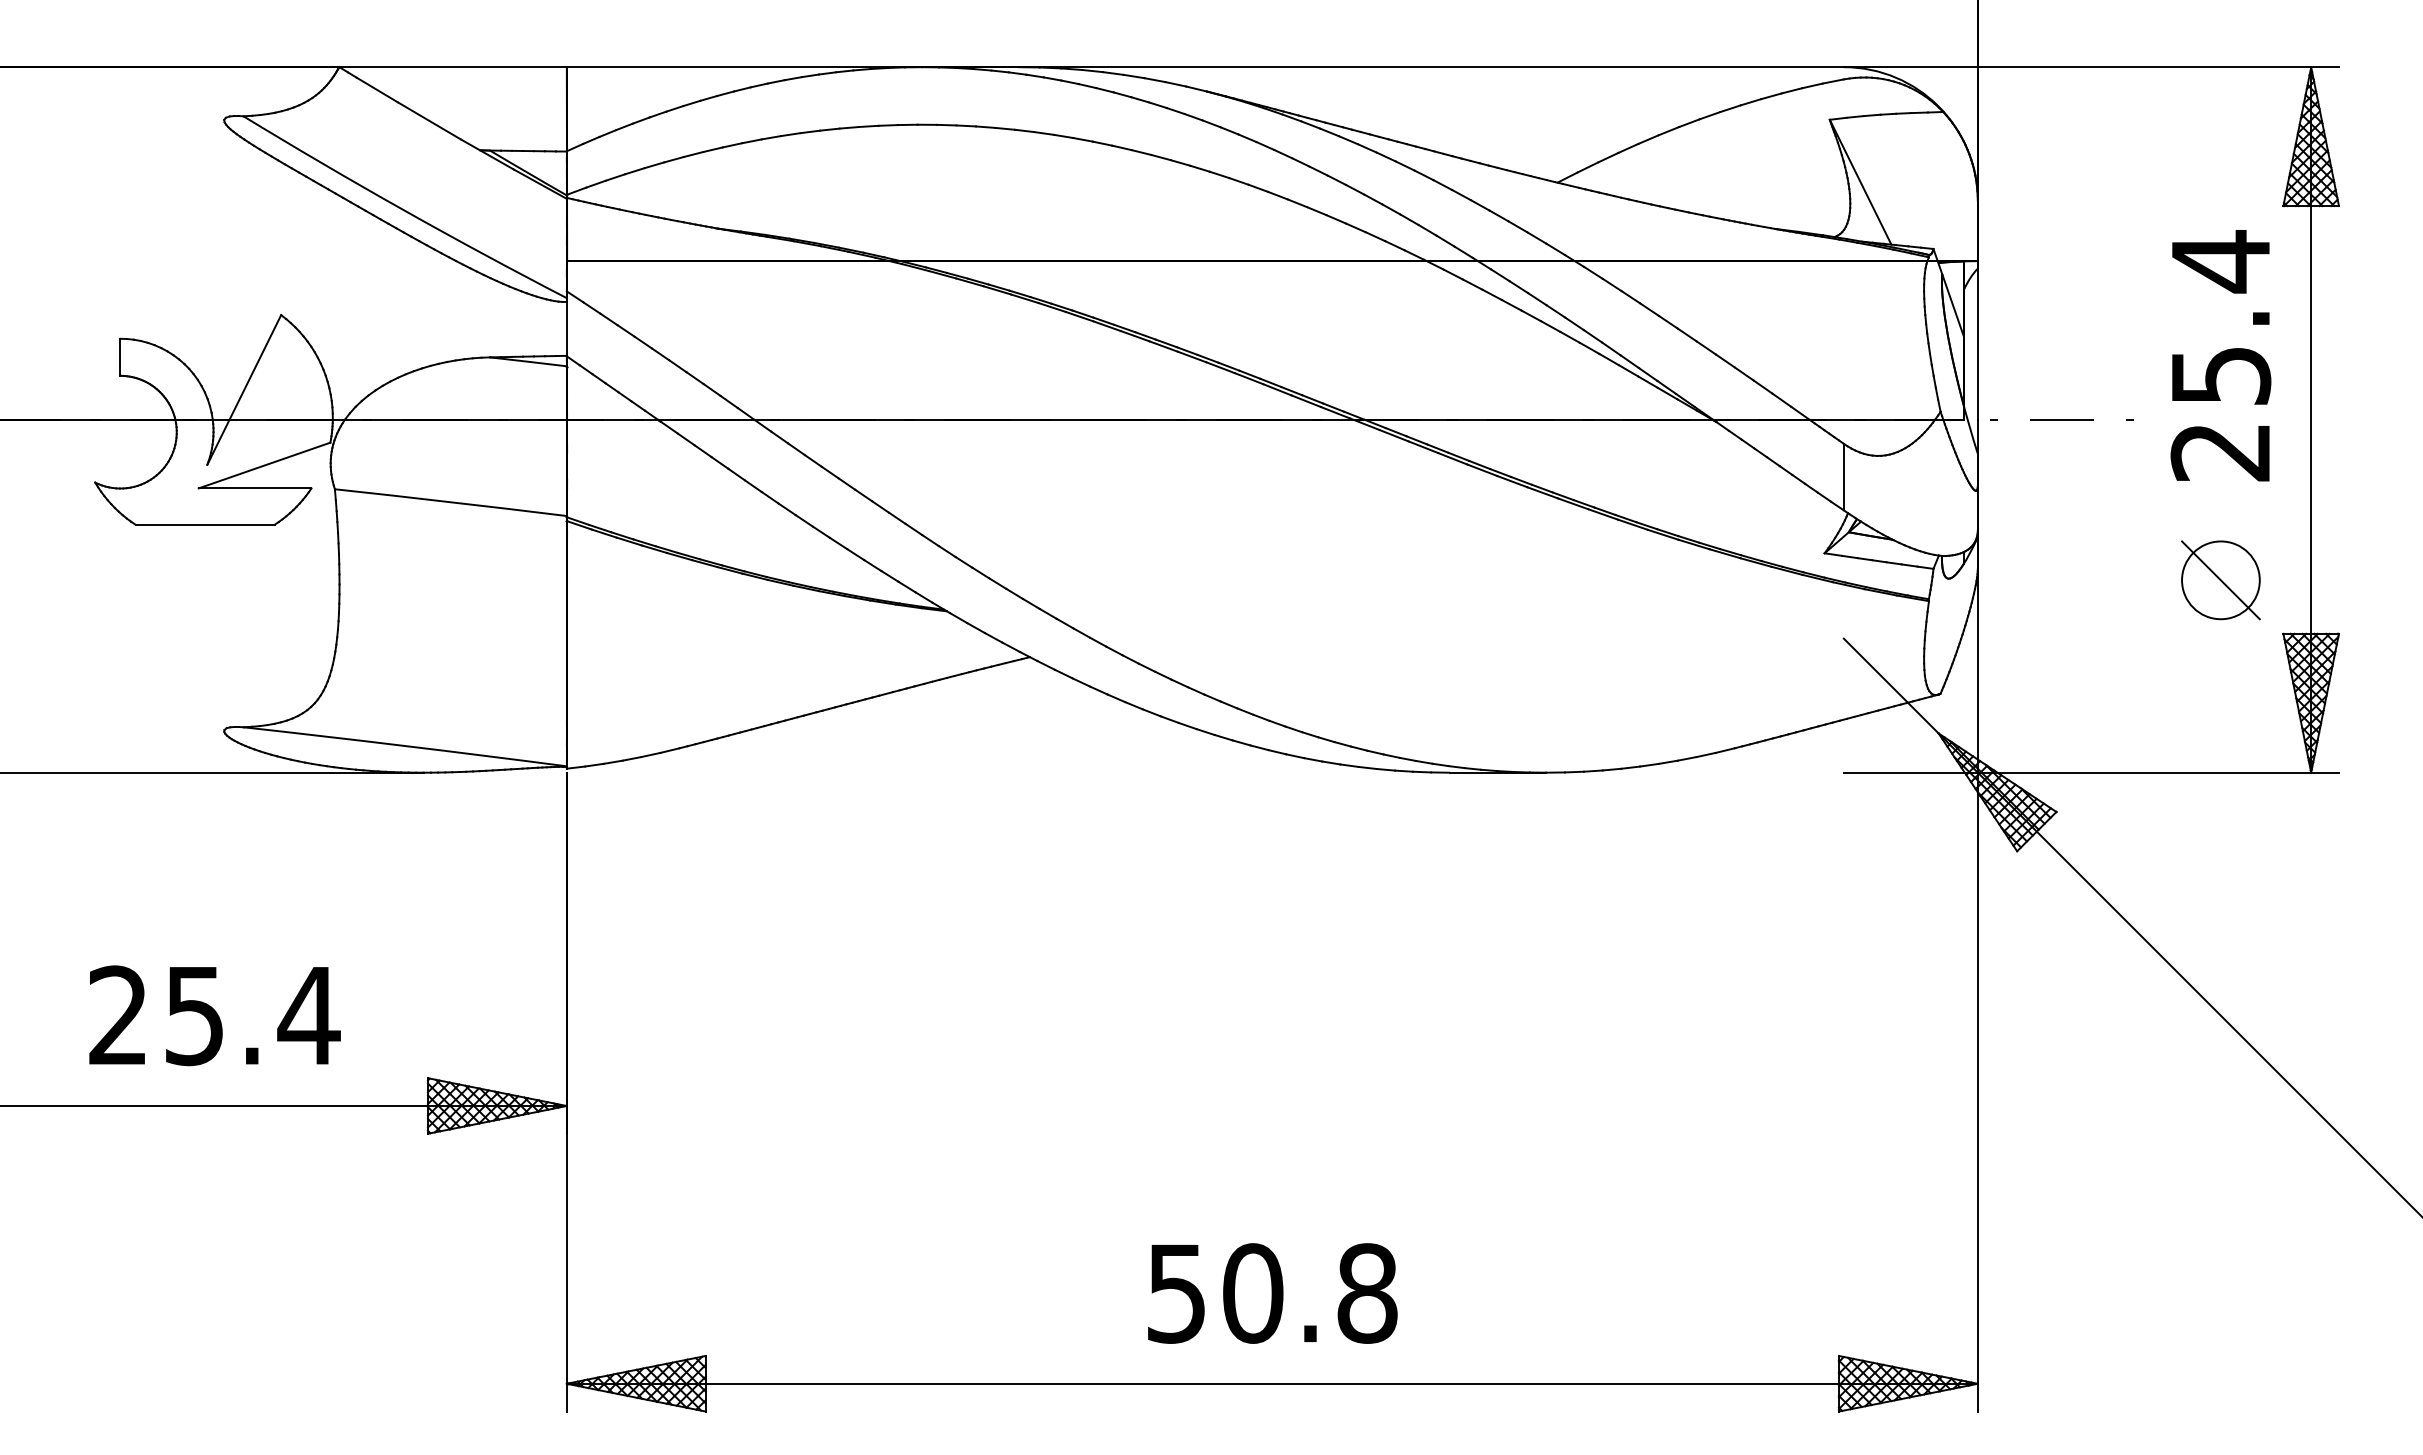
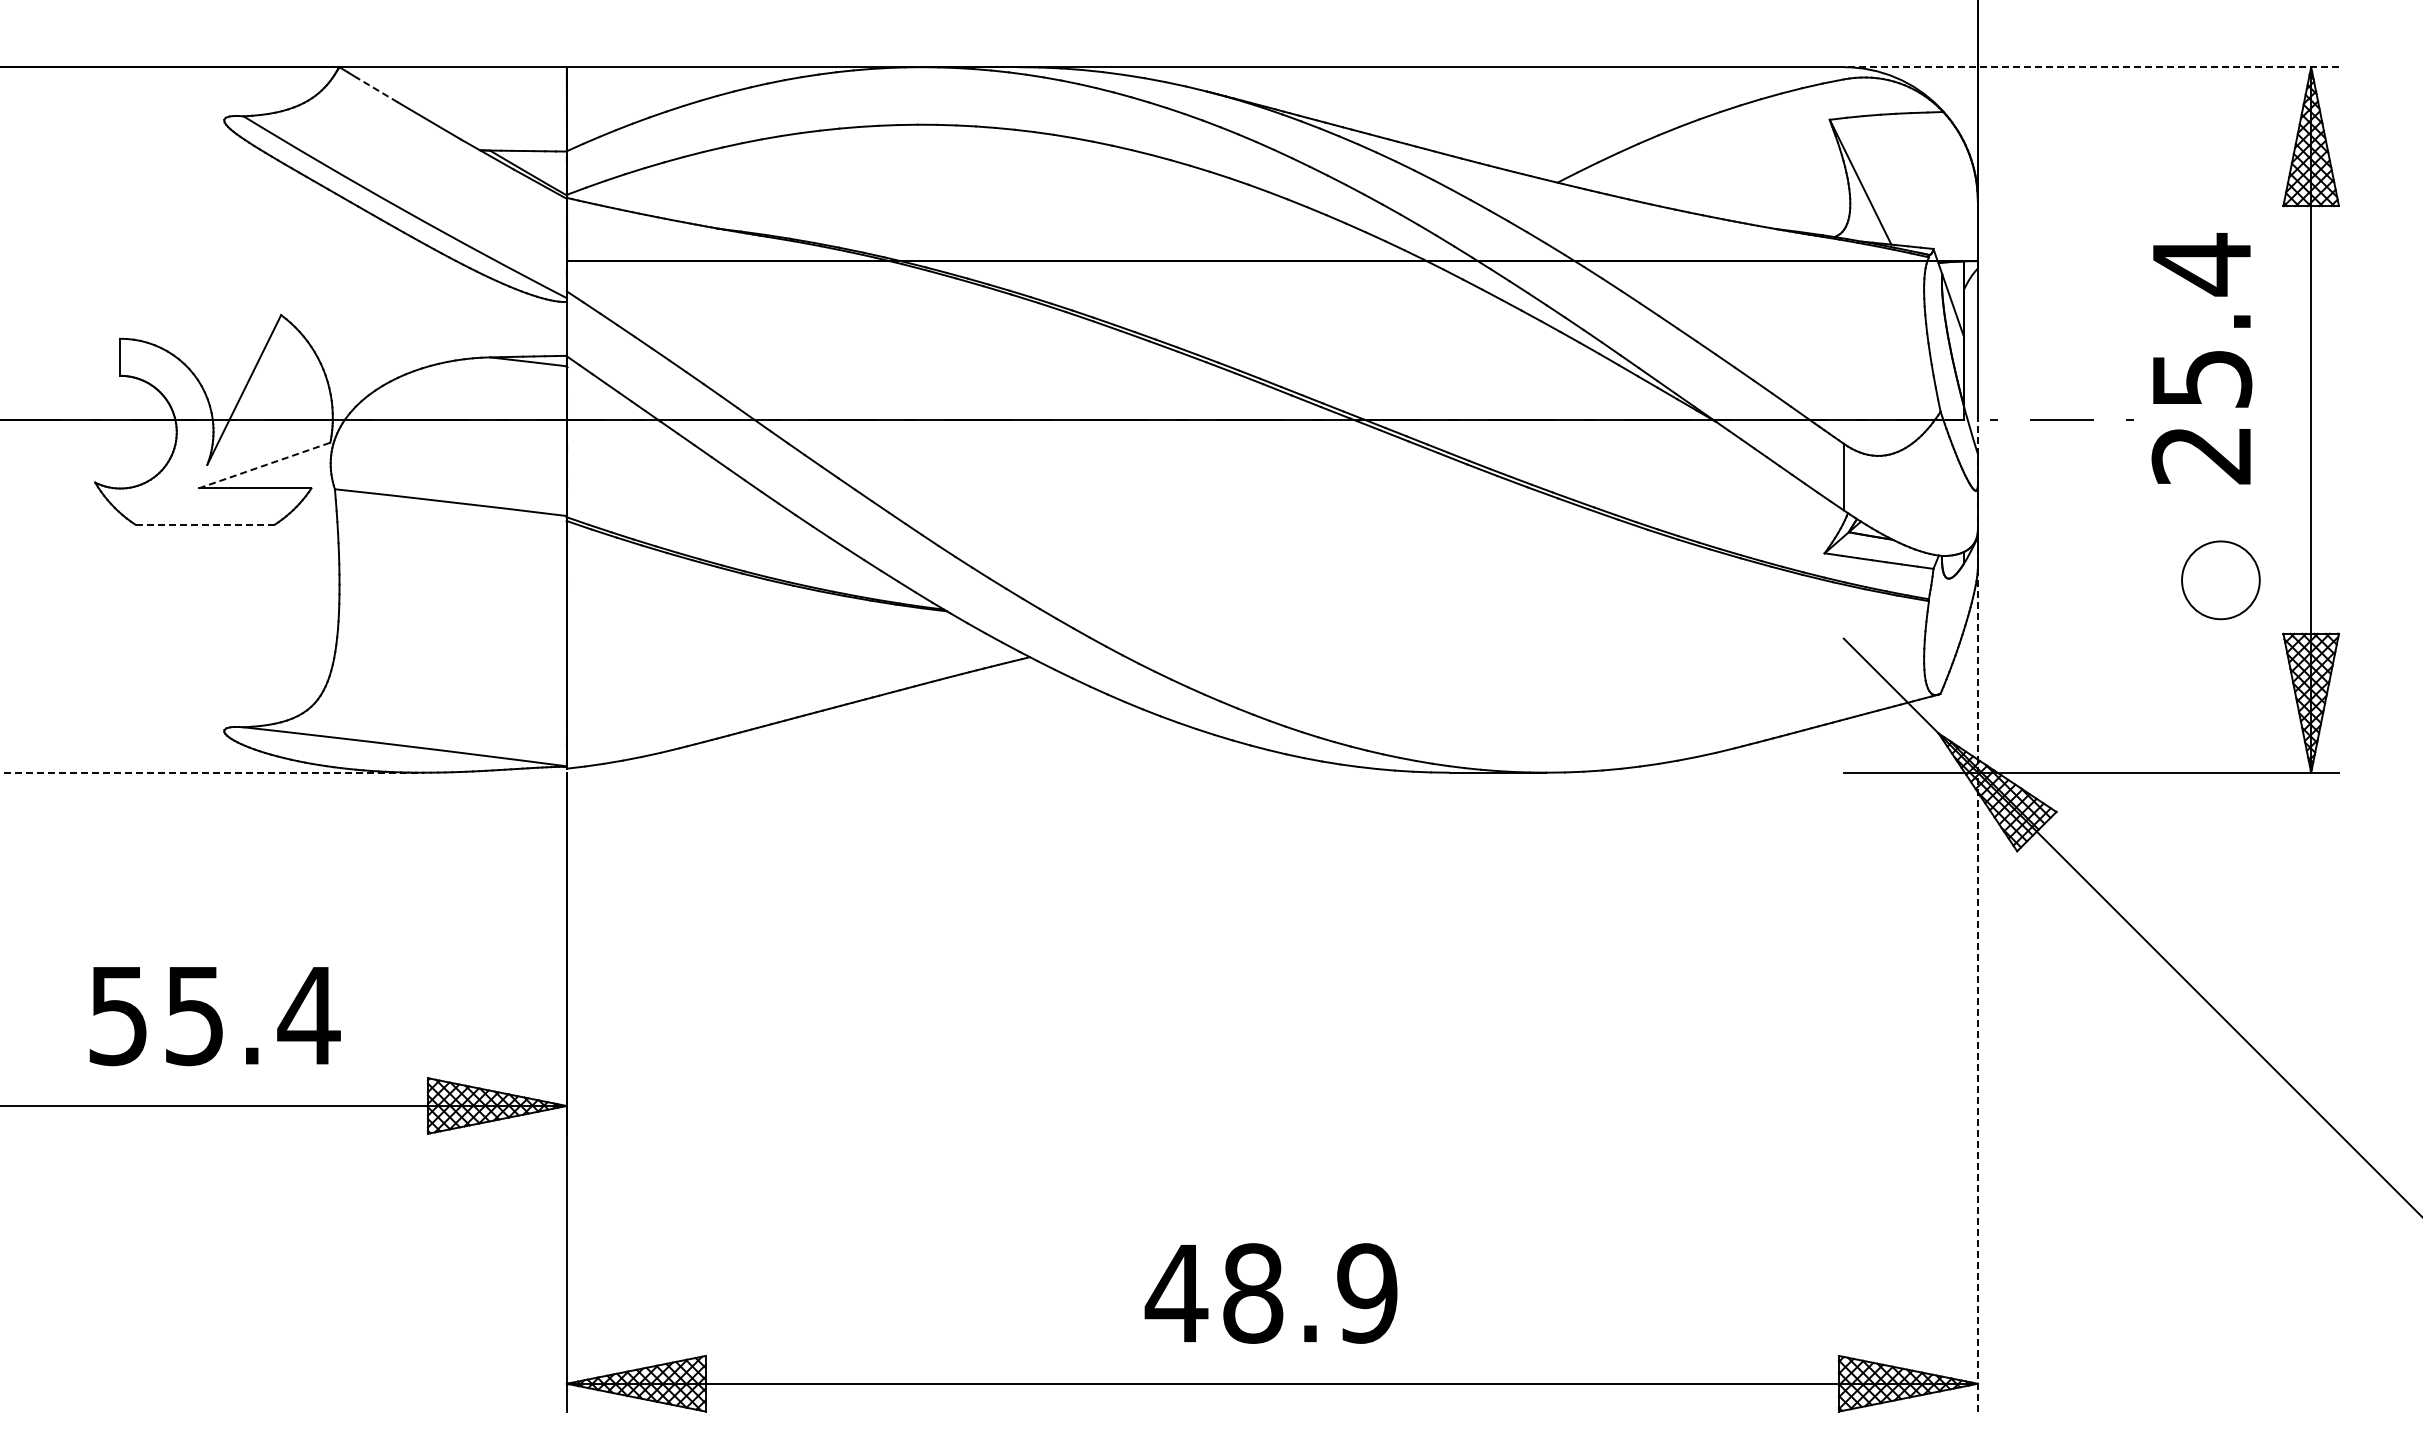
line at (2091, 67): solid -> dashed
line at (377, 90): solid -> dashed
text at (2220, 355) position: (2220, 355) -> (2201, 358)
line at (264, 465): solid -> dashed
line at (205, 524): solid -> dashed
line at (2220, 580): present -> none
line at (211, 772): solid -> dashed
line at (1977, 915): solid -> dashed
text at (117, 1015): 25.4 -> 55.4
text at (1270, 1293): 50.8 -> 48.9
